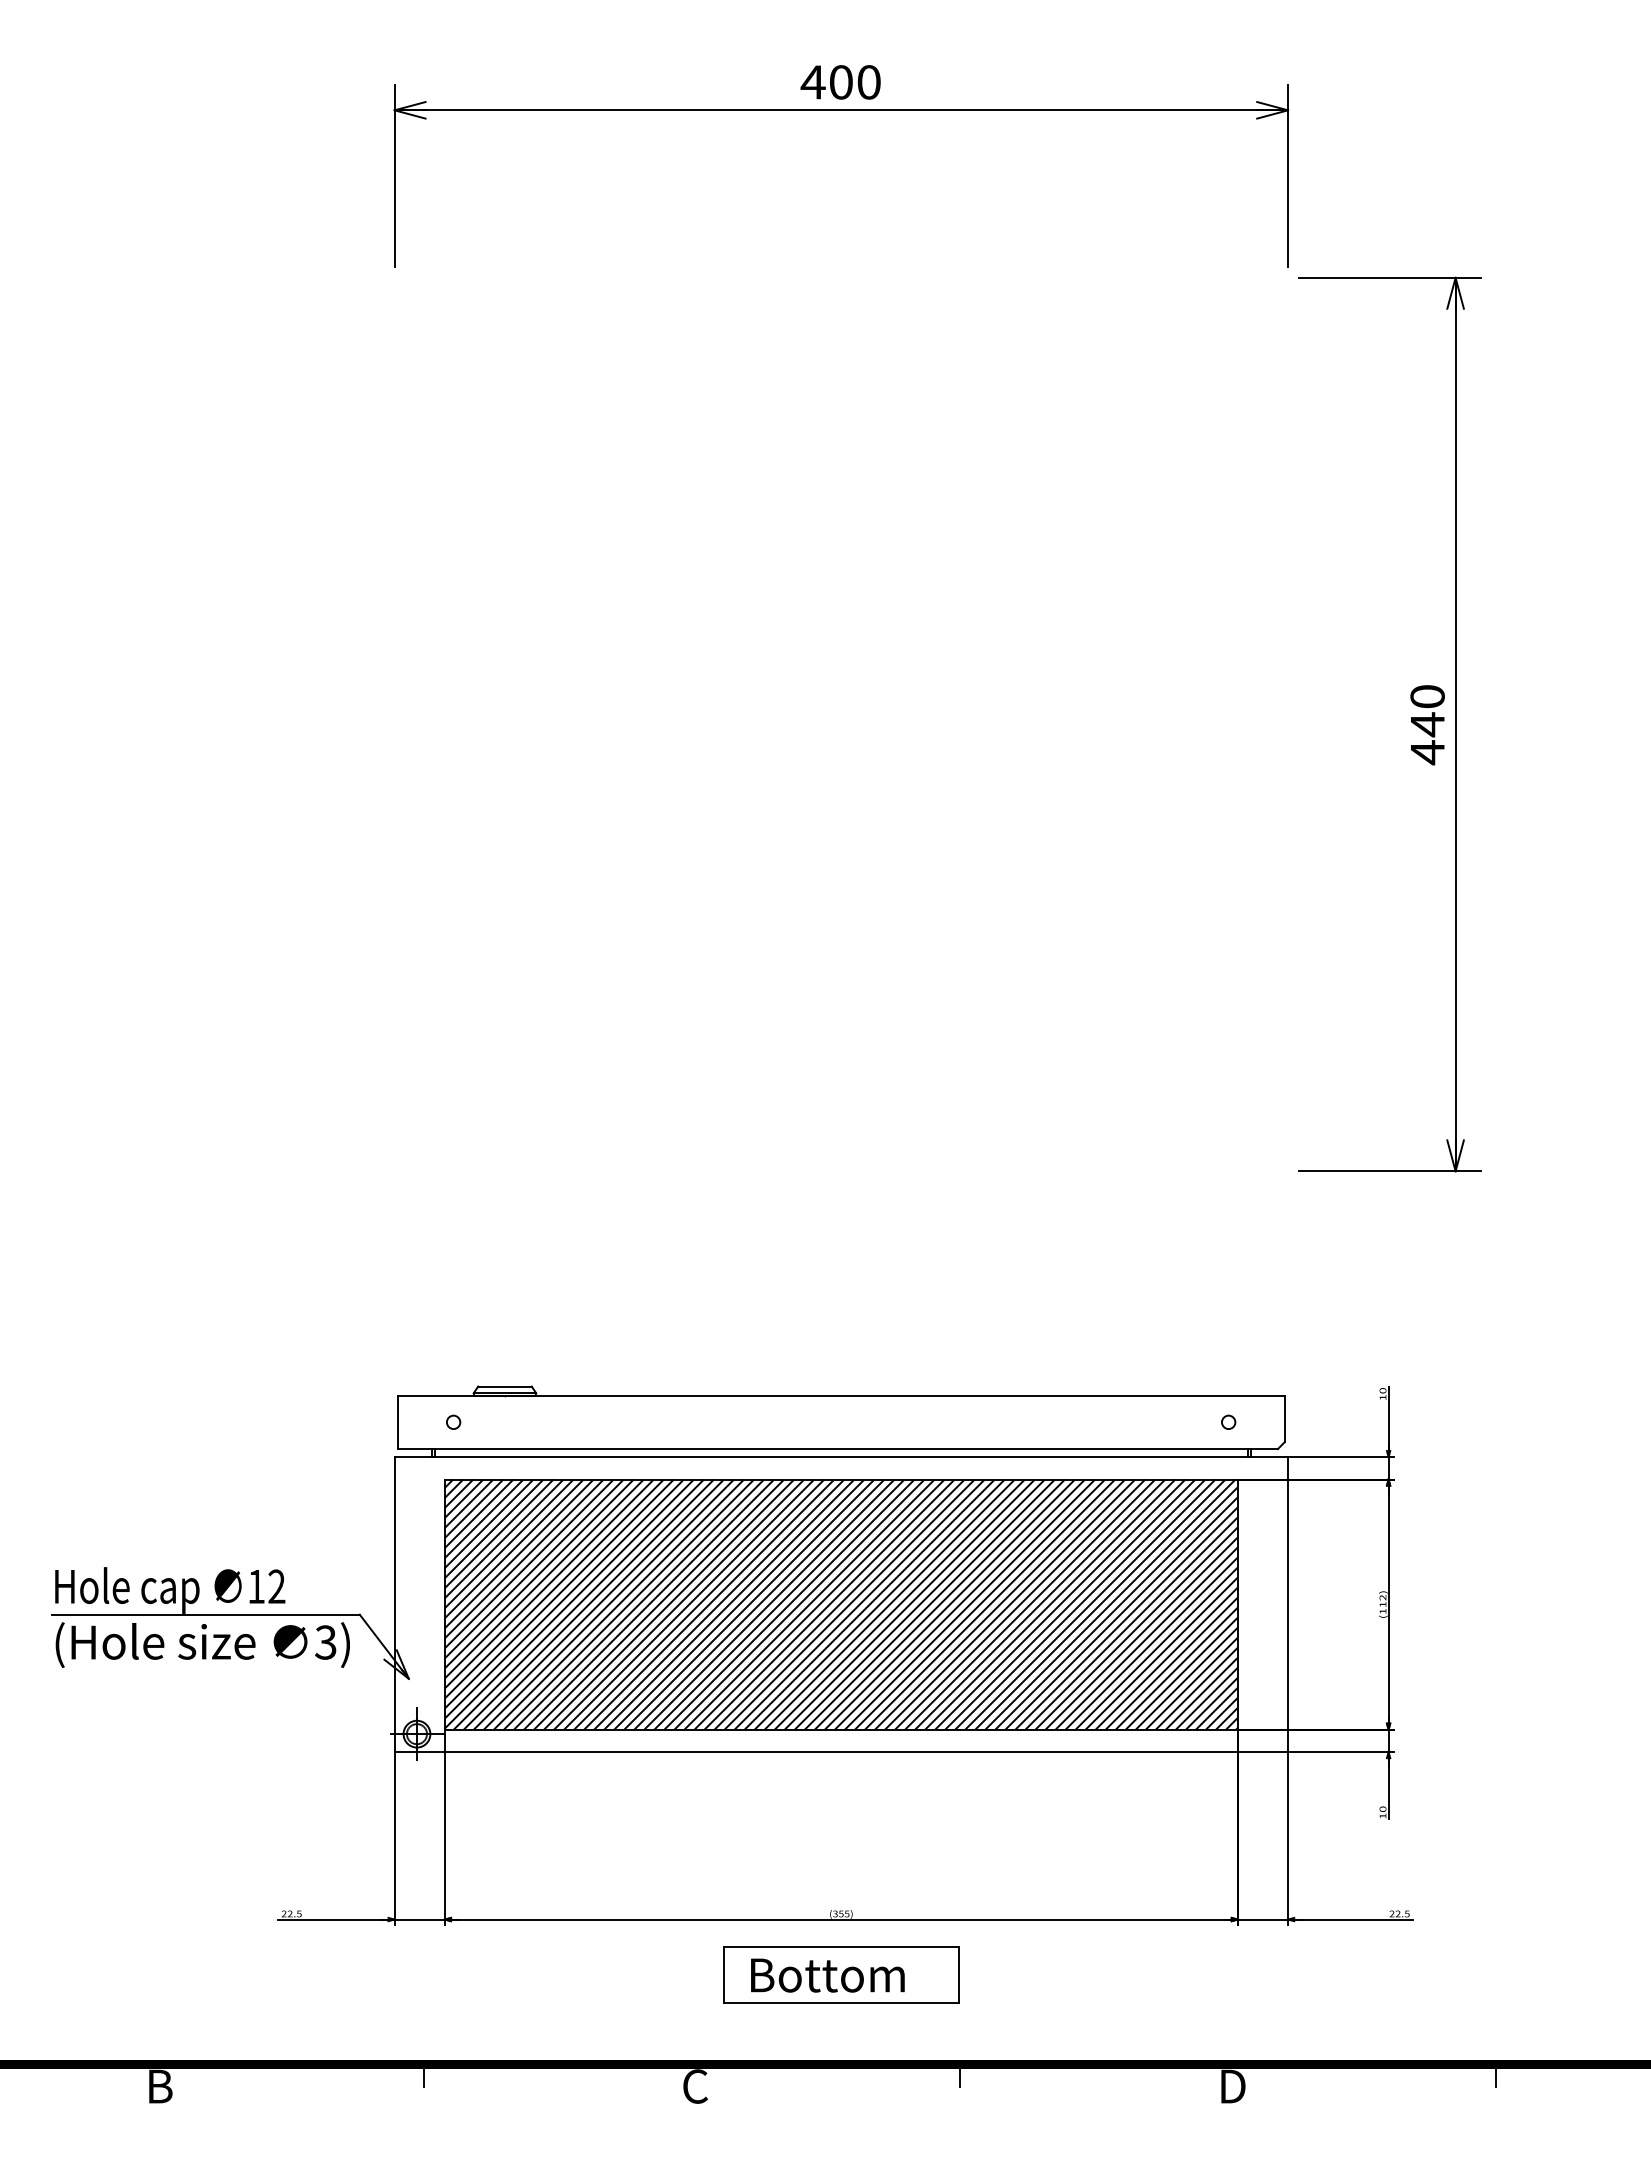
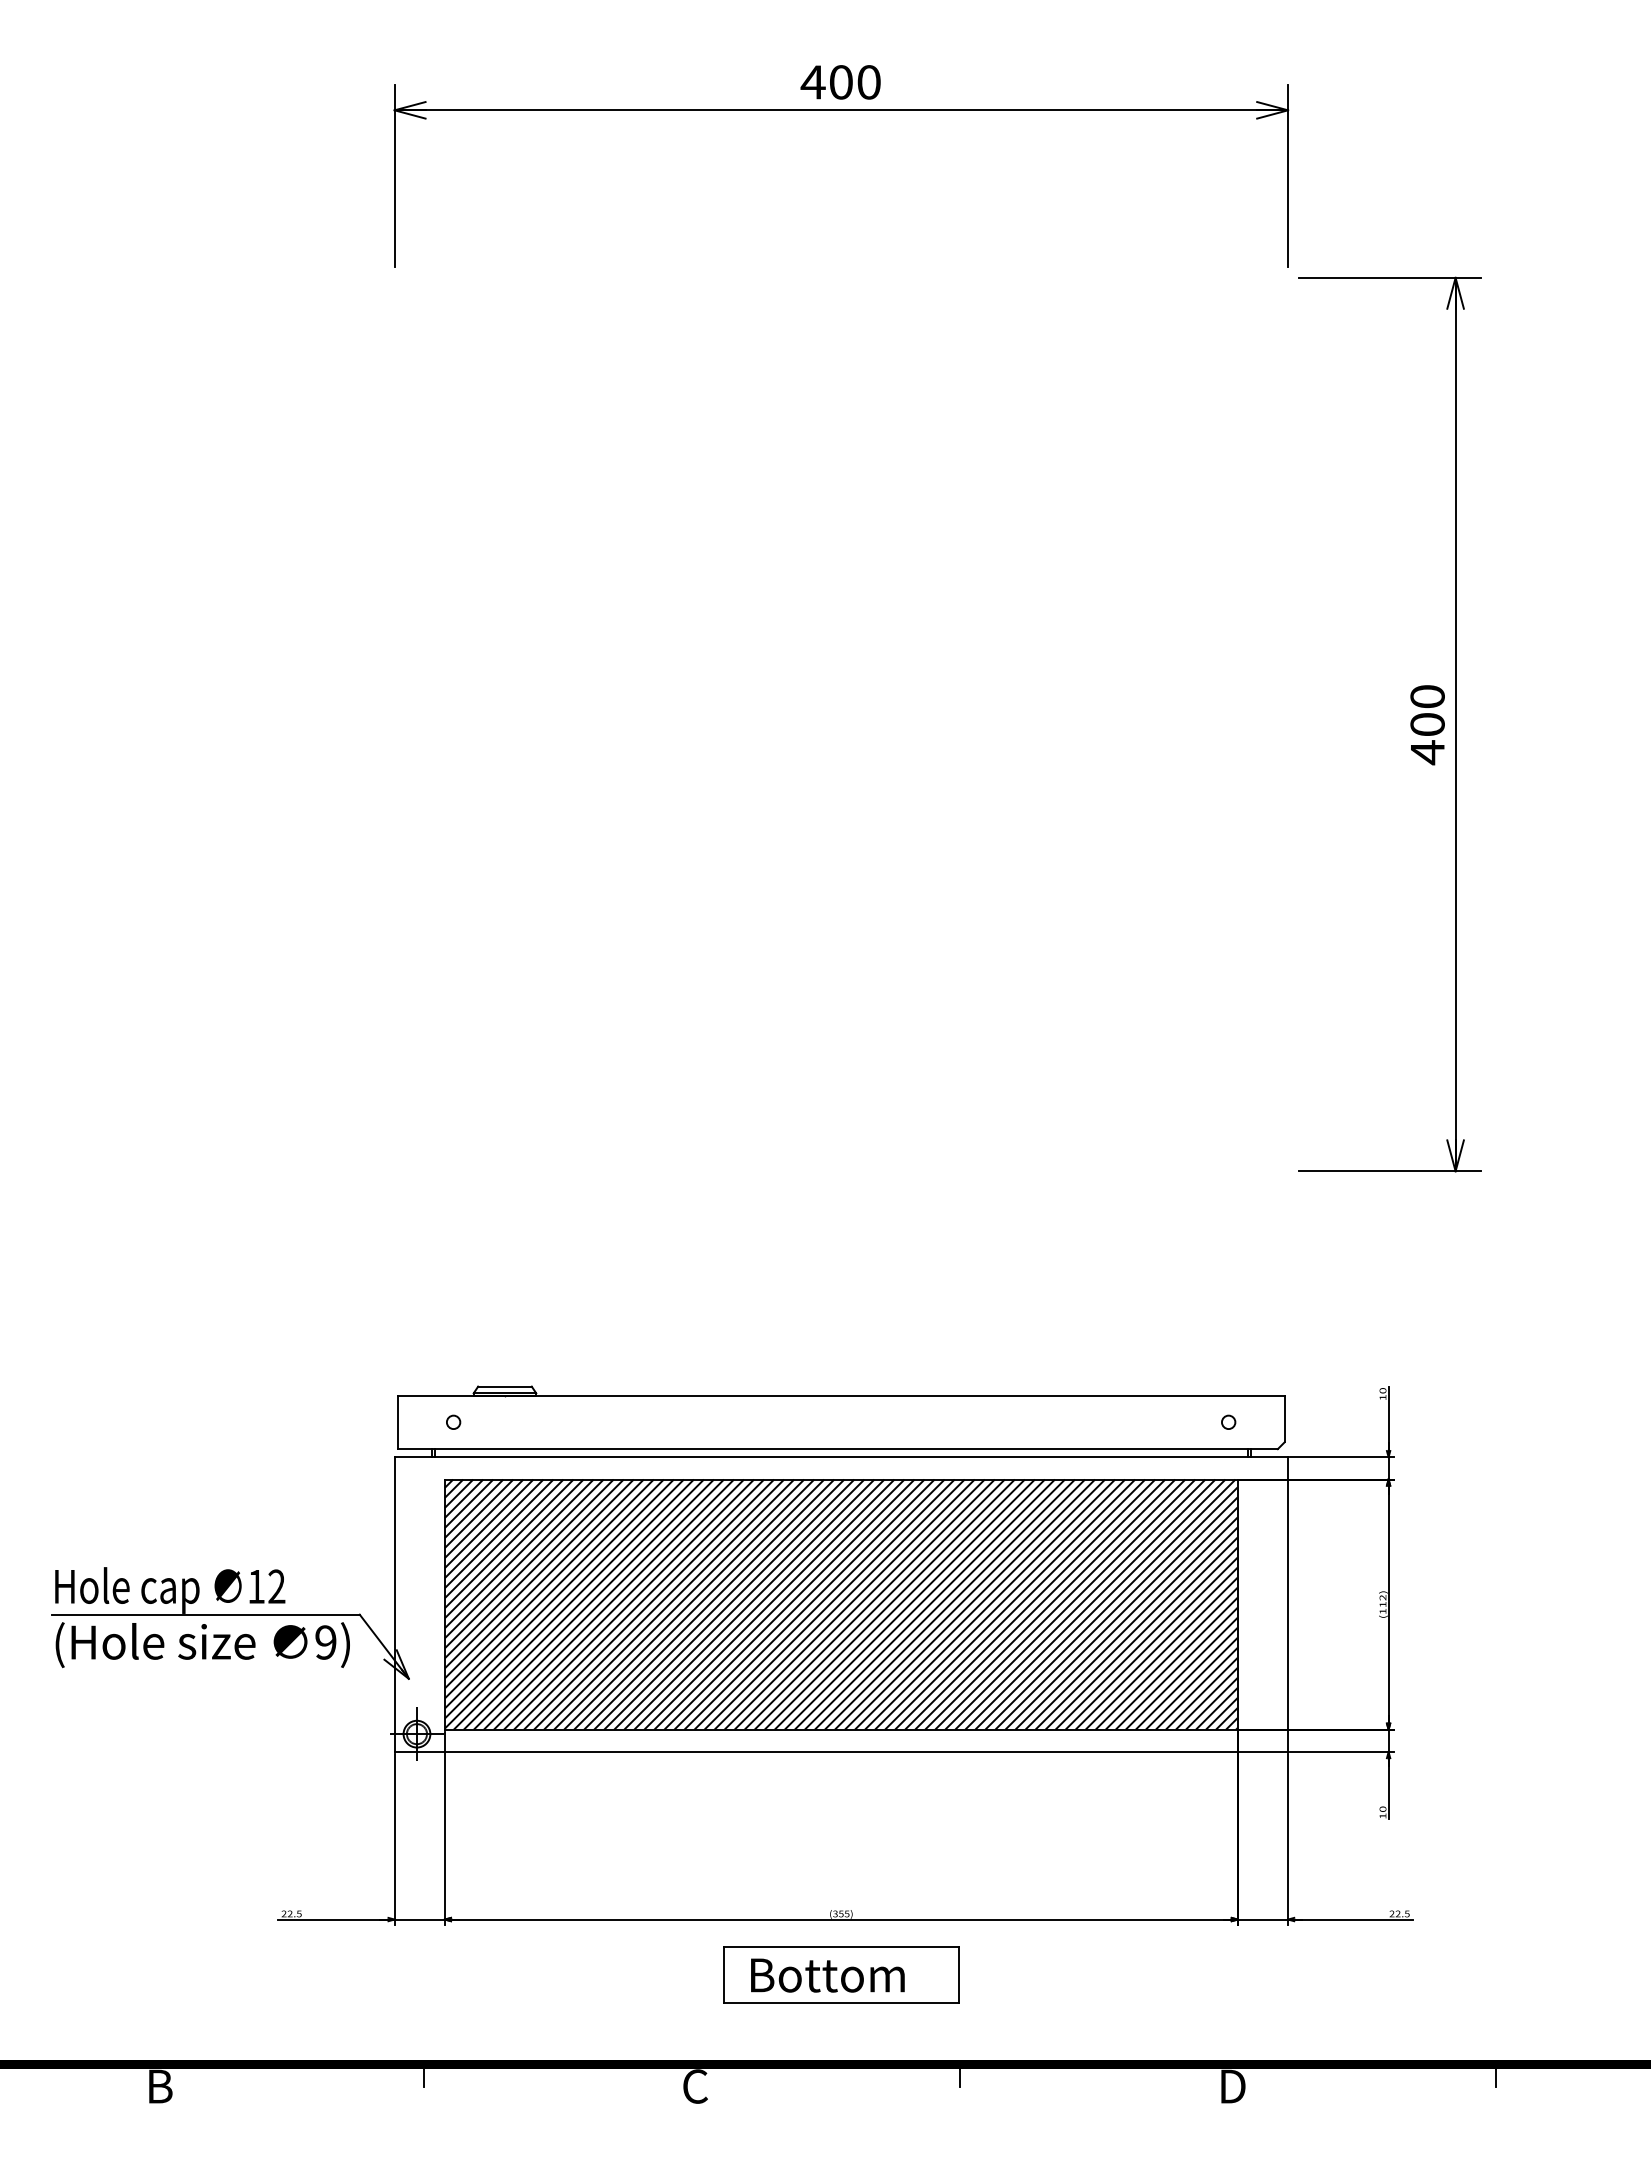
text at (1427, 724): 440 -> 400
text at (325, 1642): 3) -> 9)
